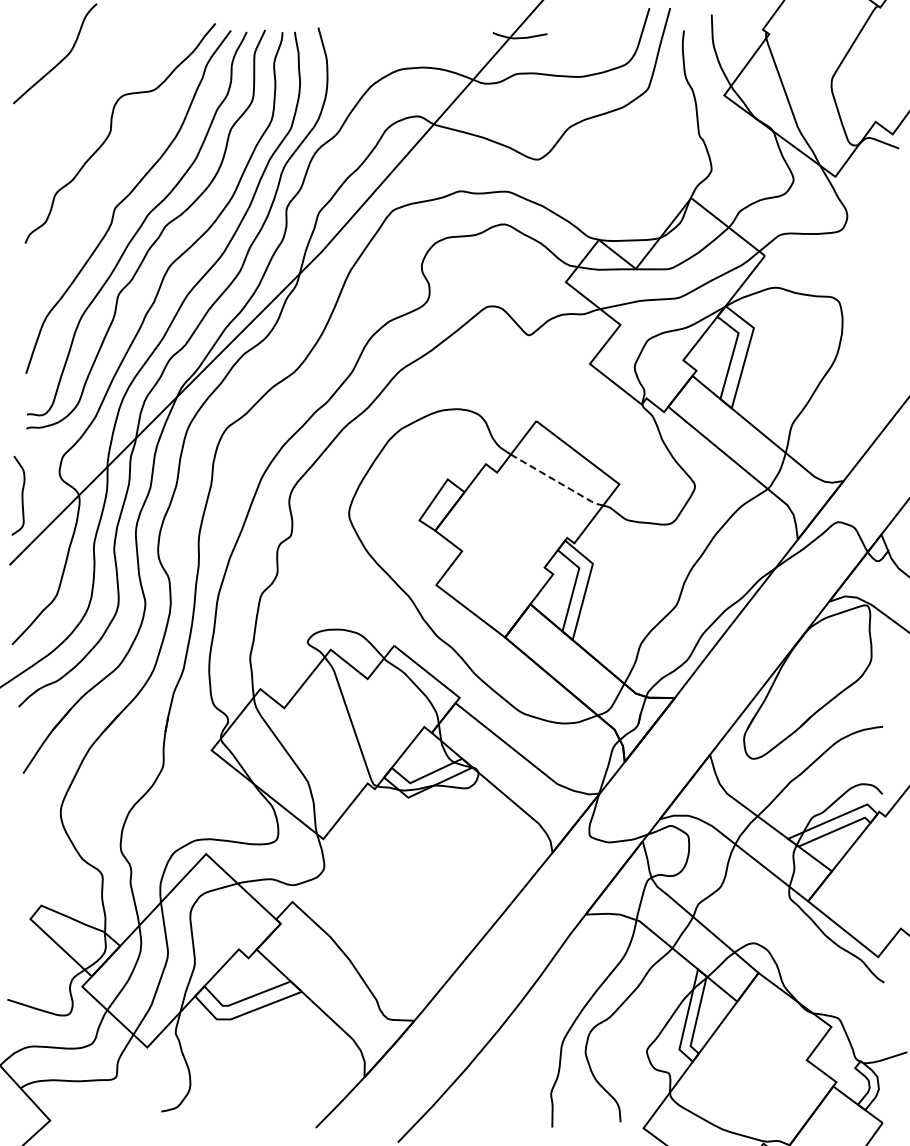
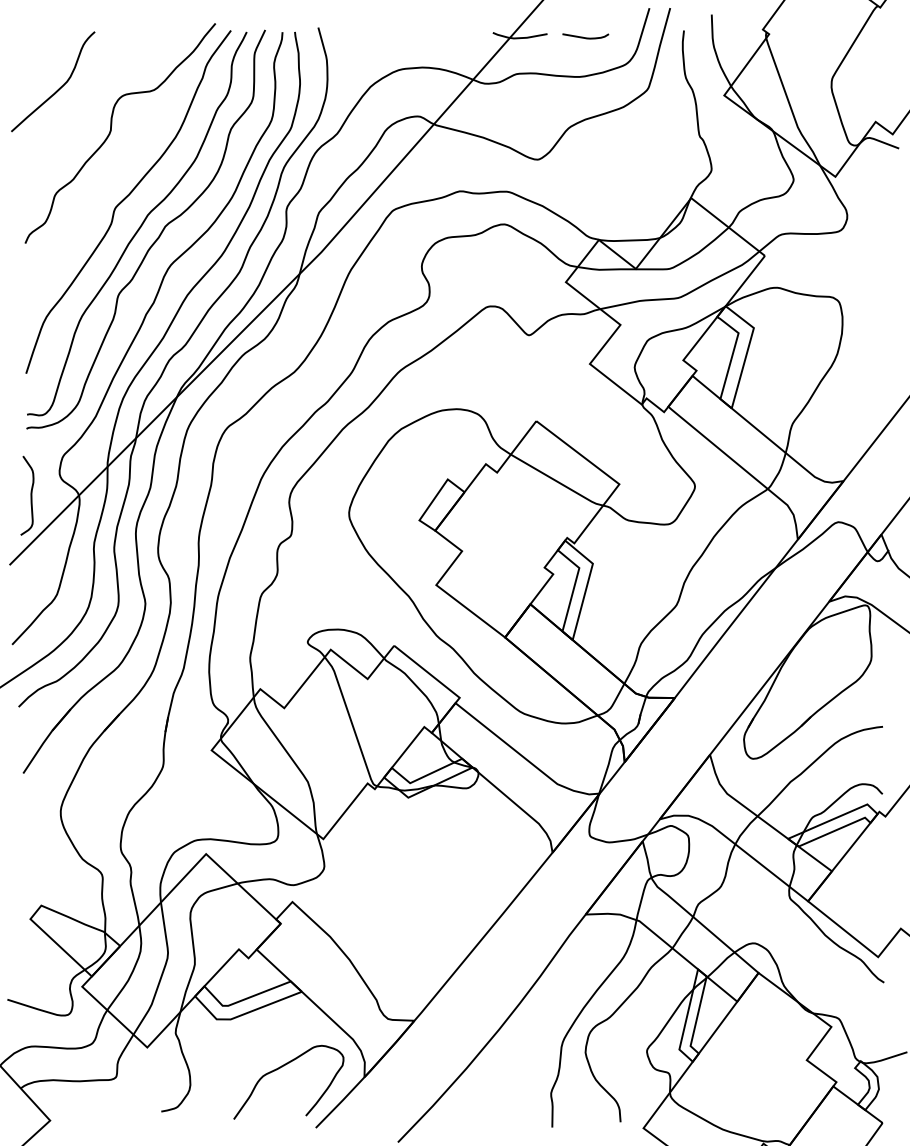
curve at (585, 37): none -> present
curve at (61, 59) position: (61, 59) -> (59, 87)
line at (558, 482): dashed -> solid
curve at (21, 495) position: (21, 495) -> (30, 495)
curve at (282, 1067): none -> present
